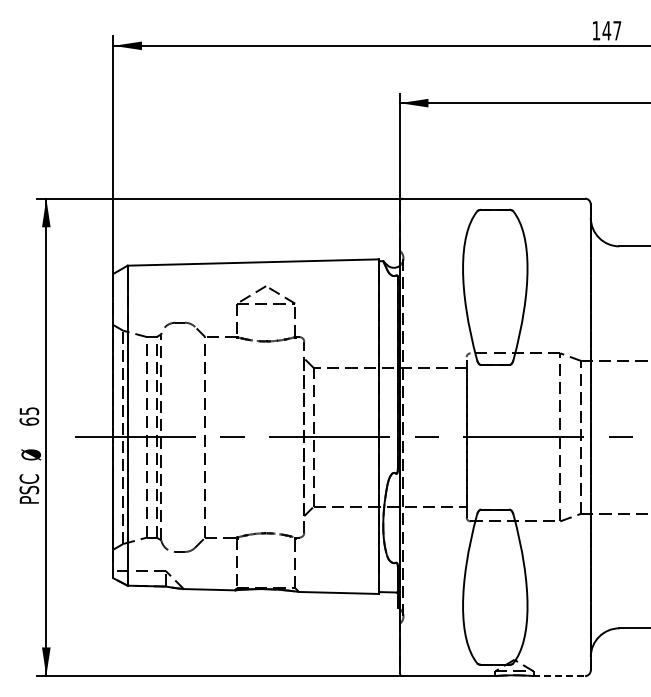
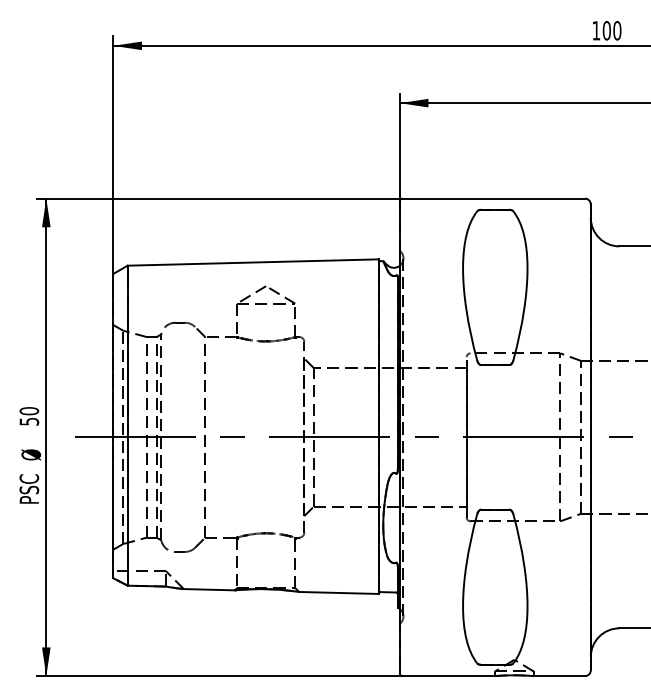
text at (611, 30): 147 -> 100
text at (29, 416): 65 -> 50
line at (559, 676): dashed -> solid
